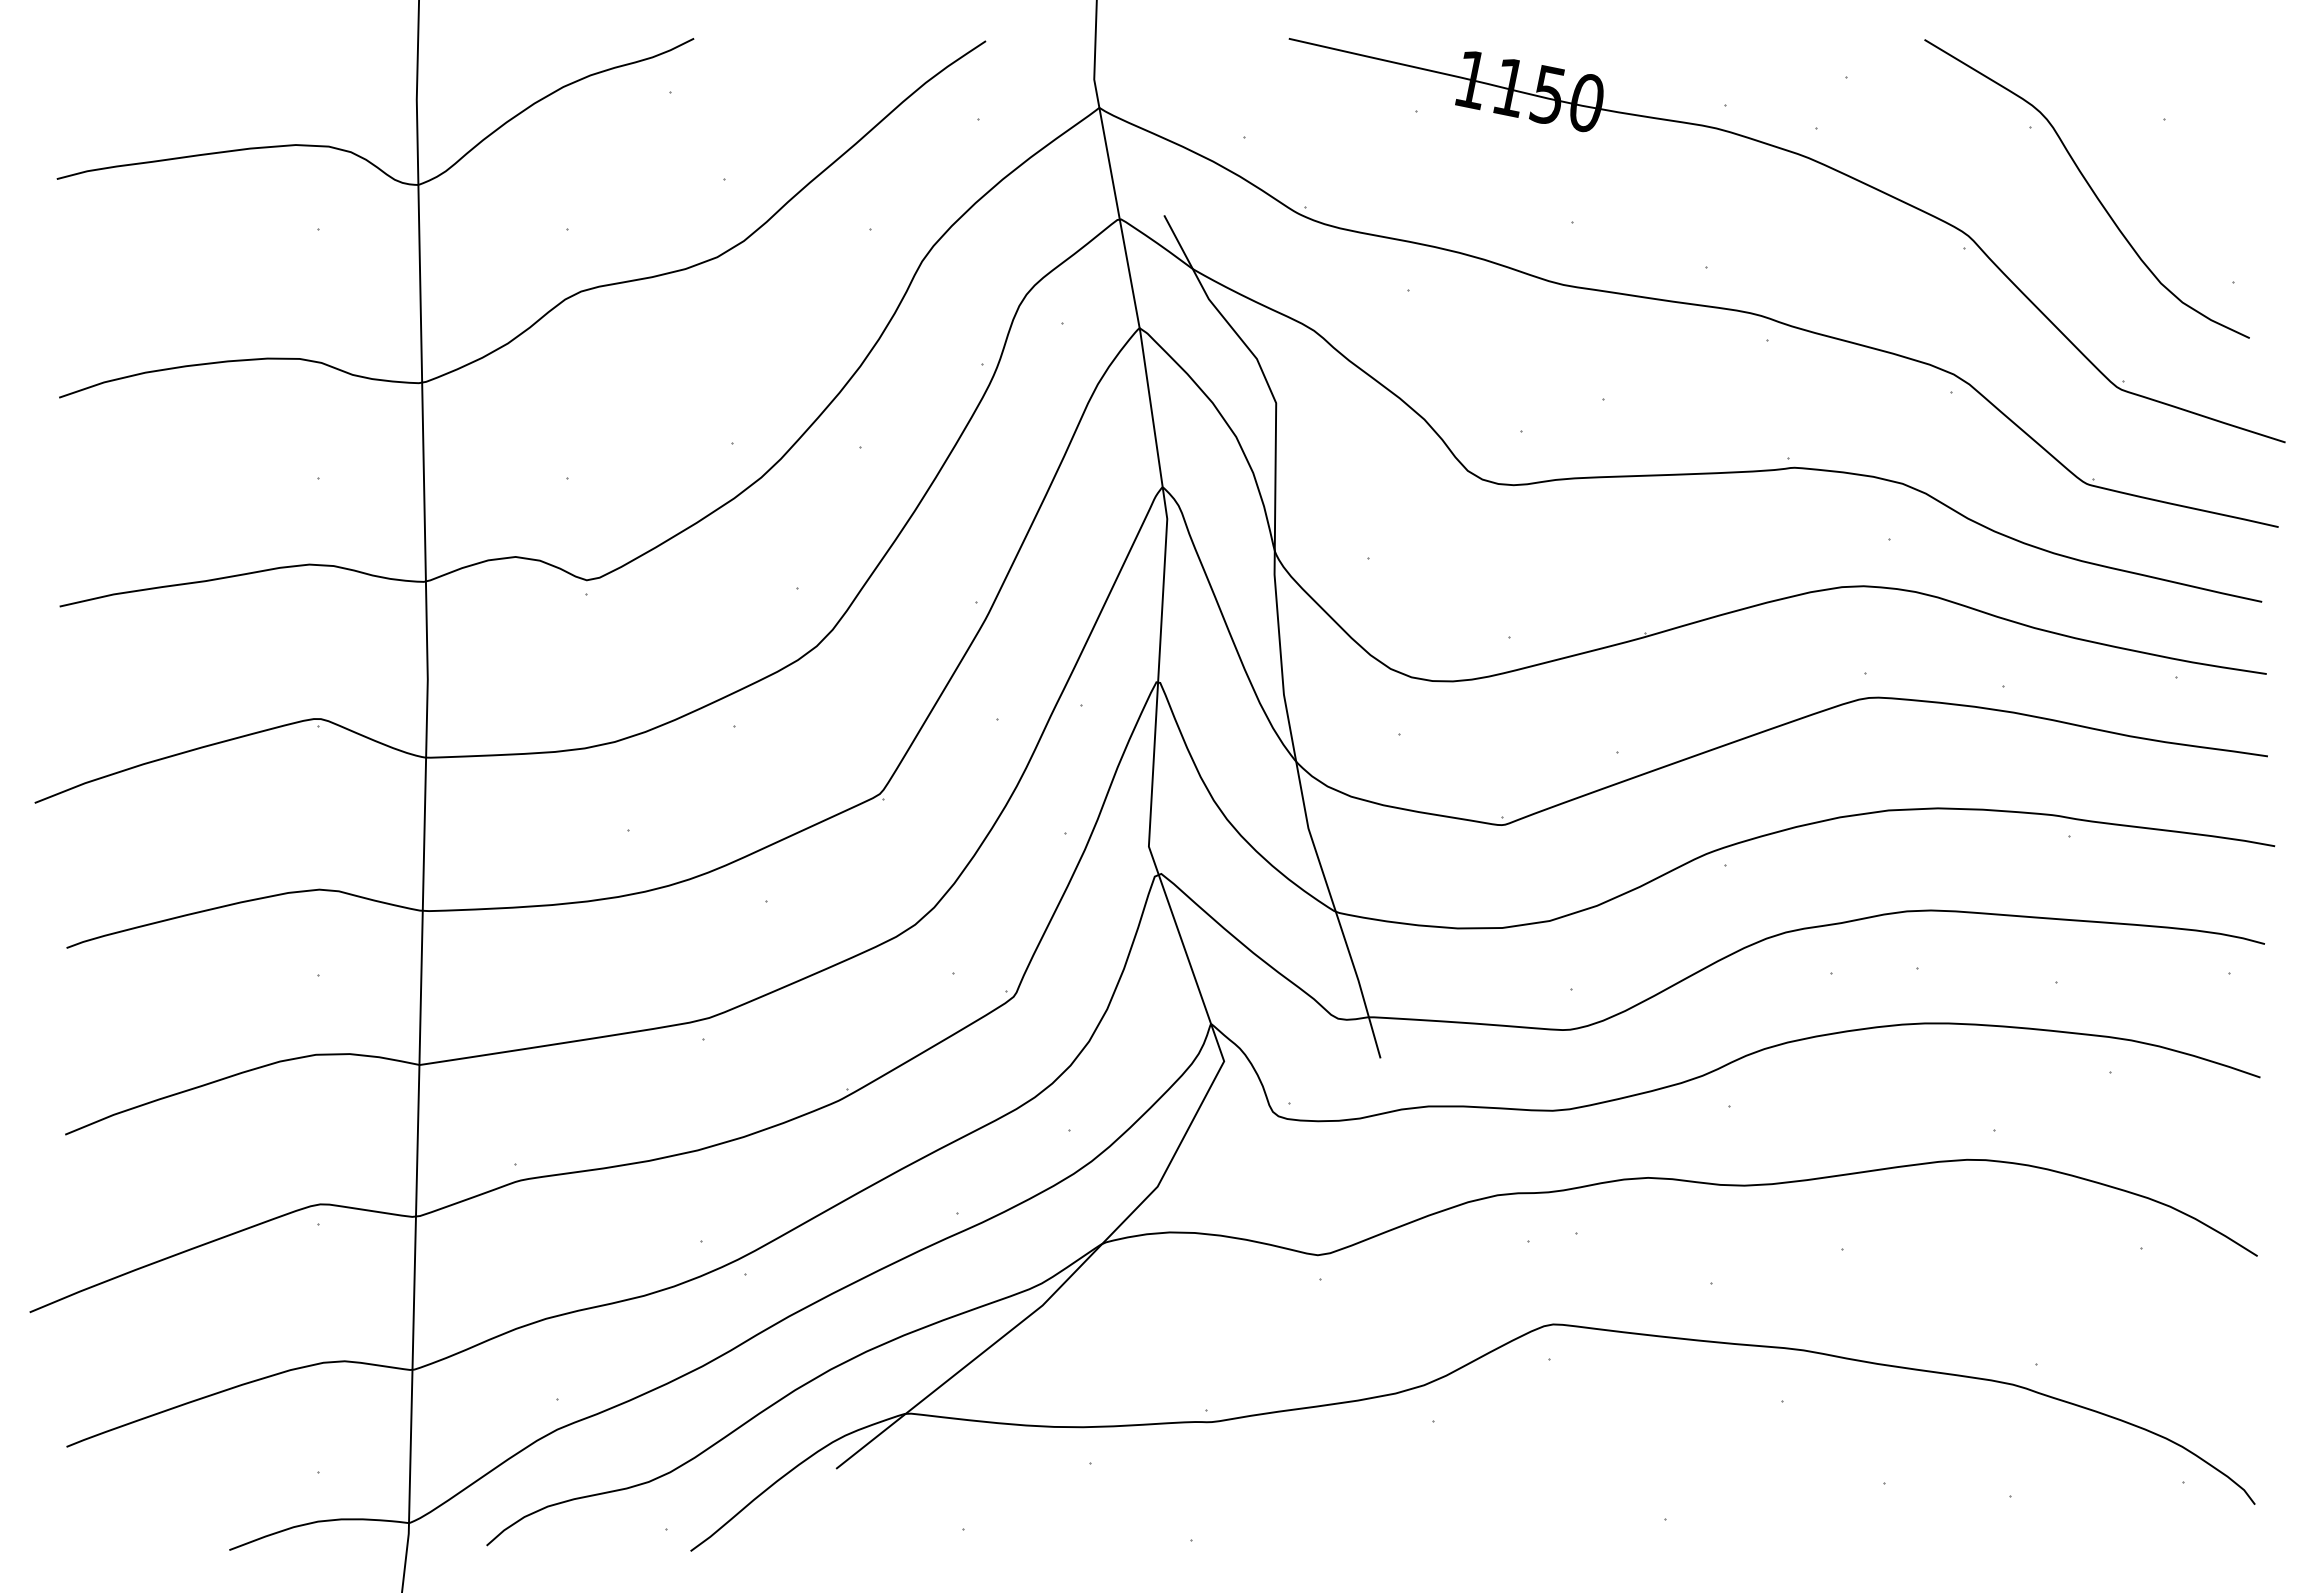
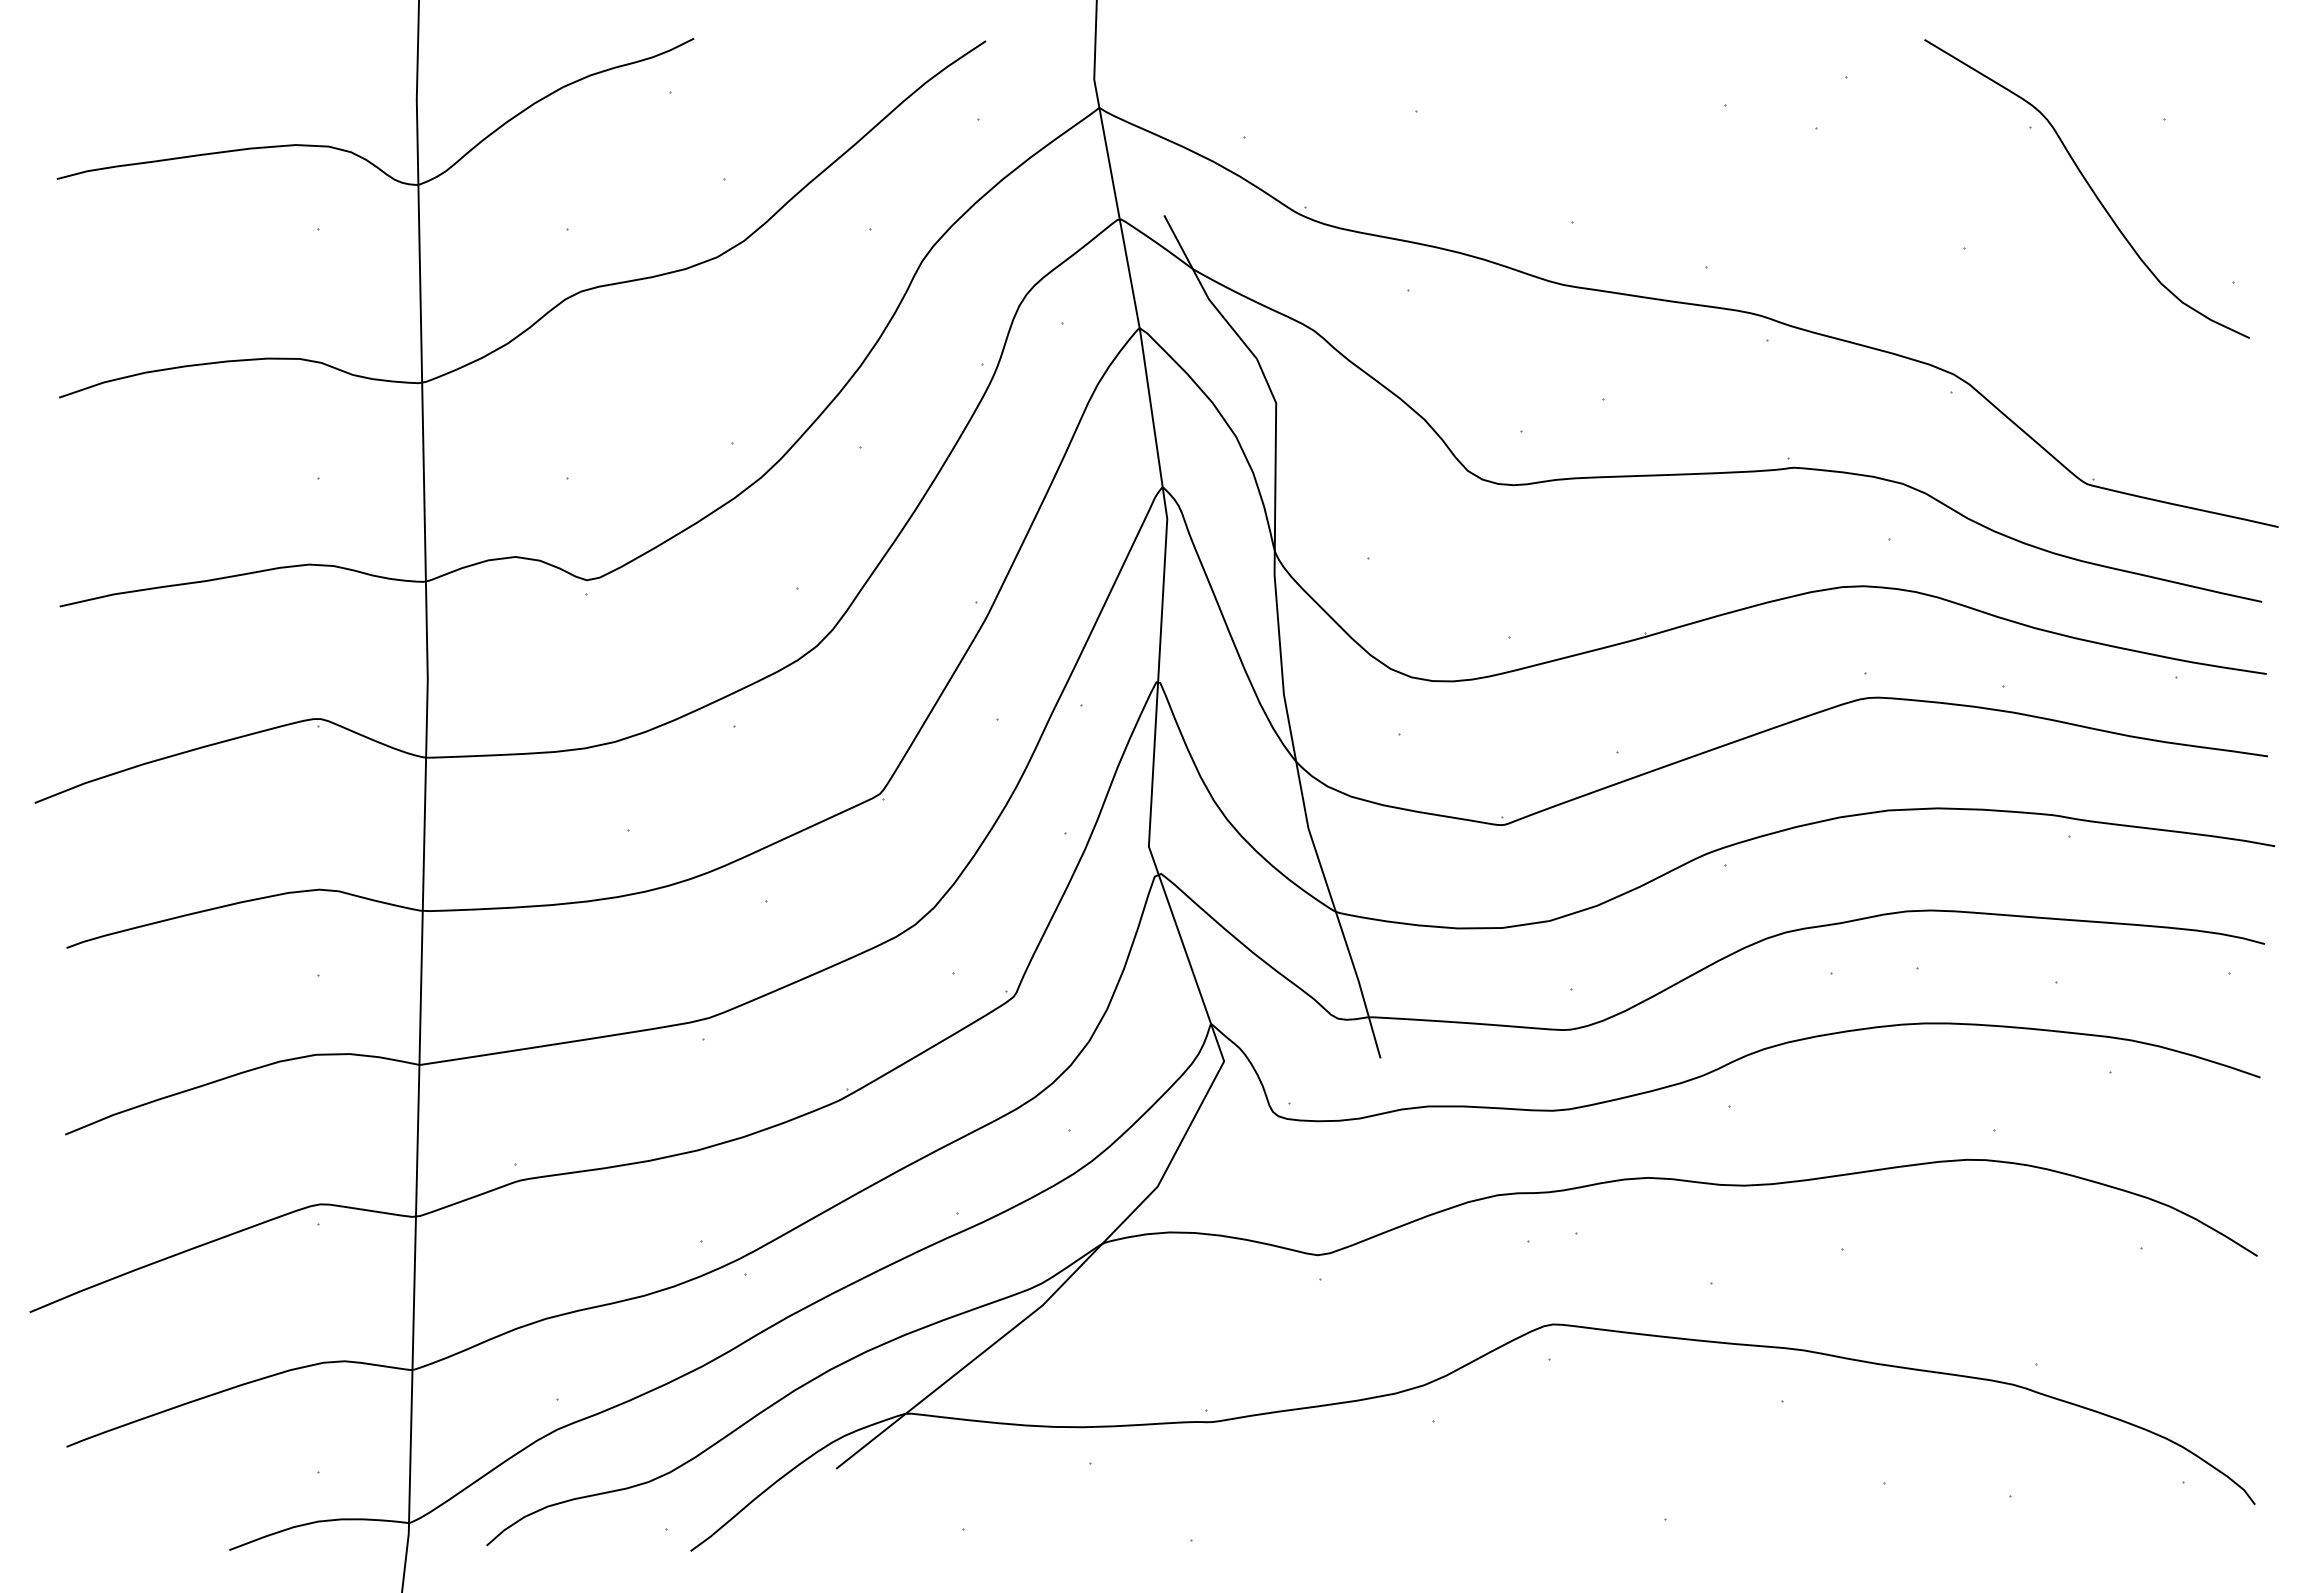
part at (1822, 165): present -> none
